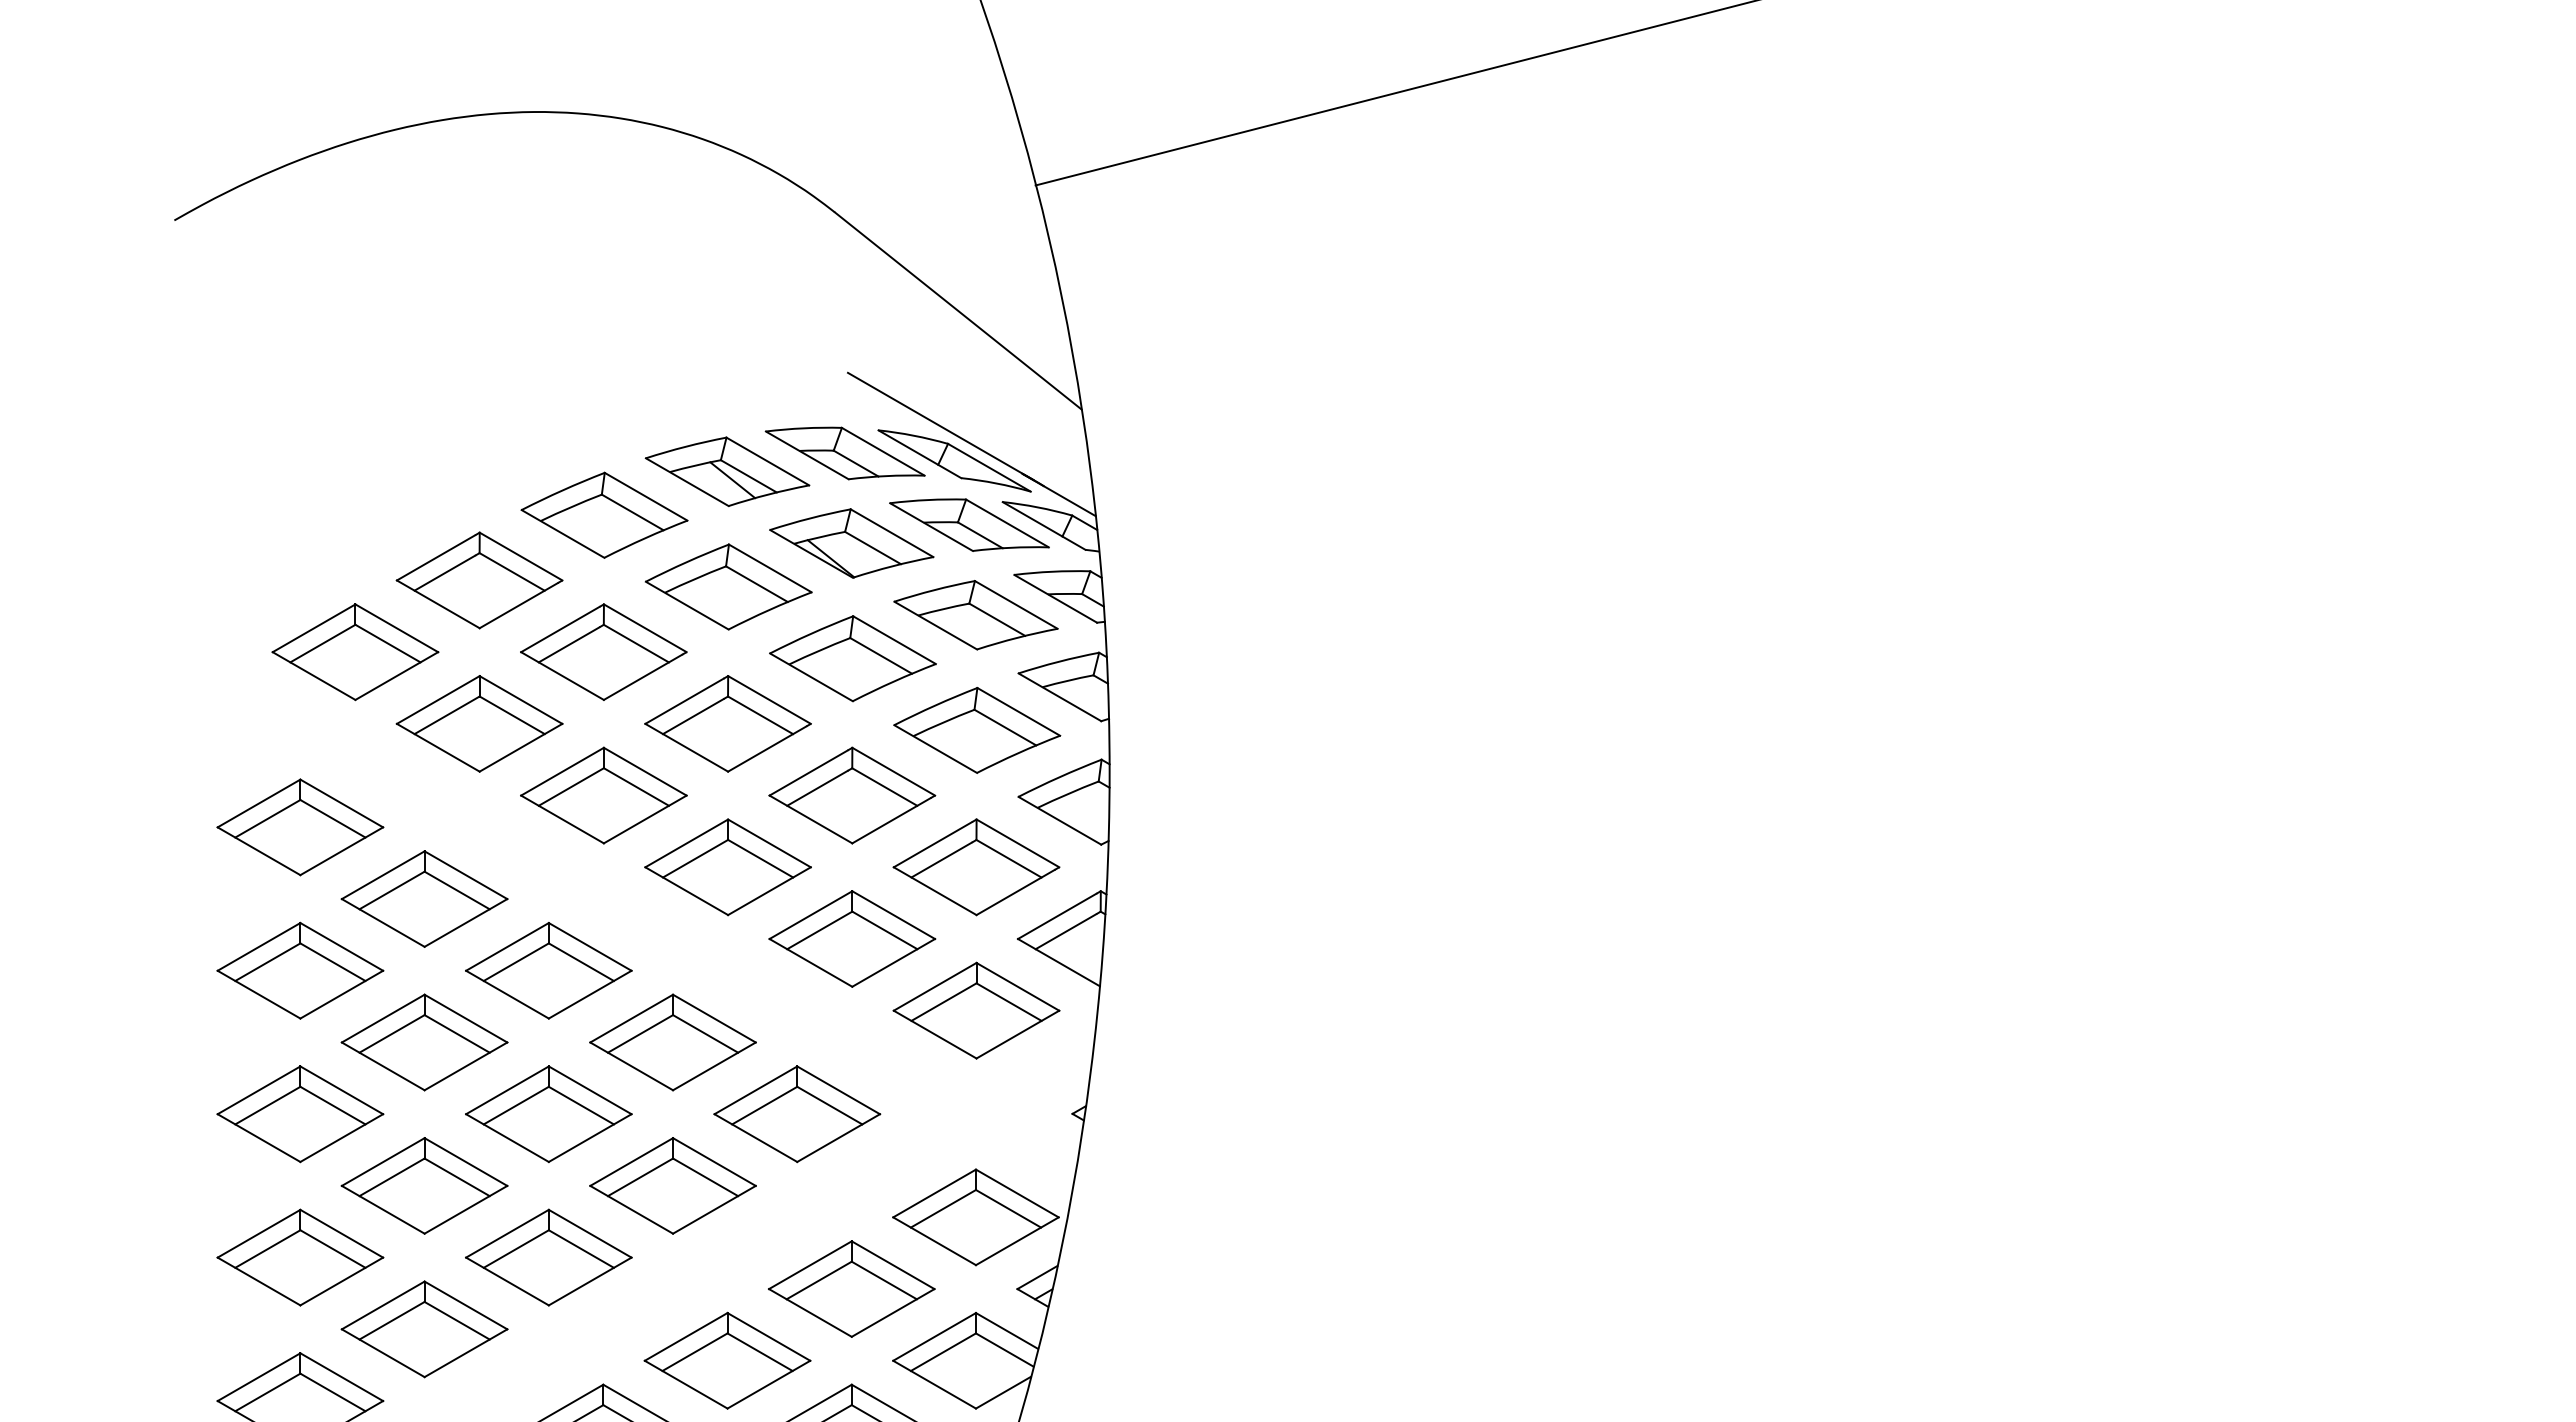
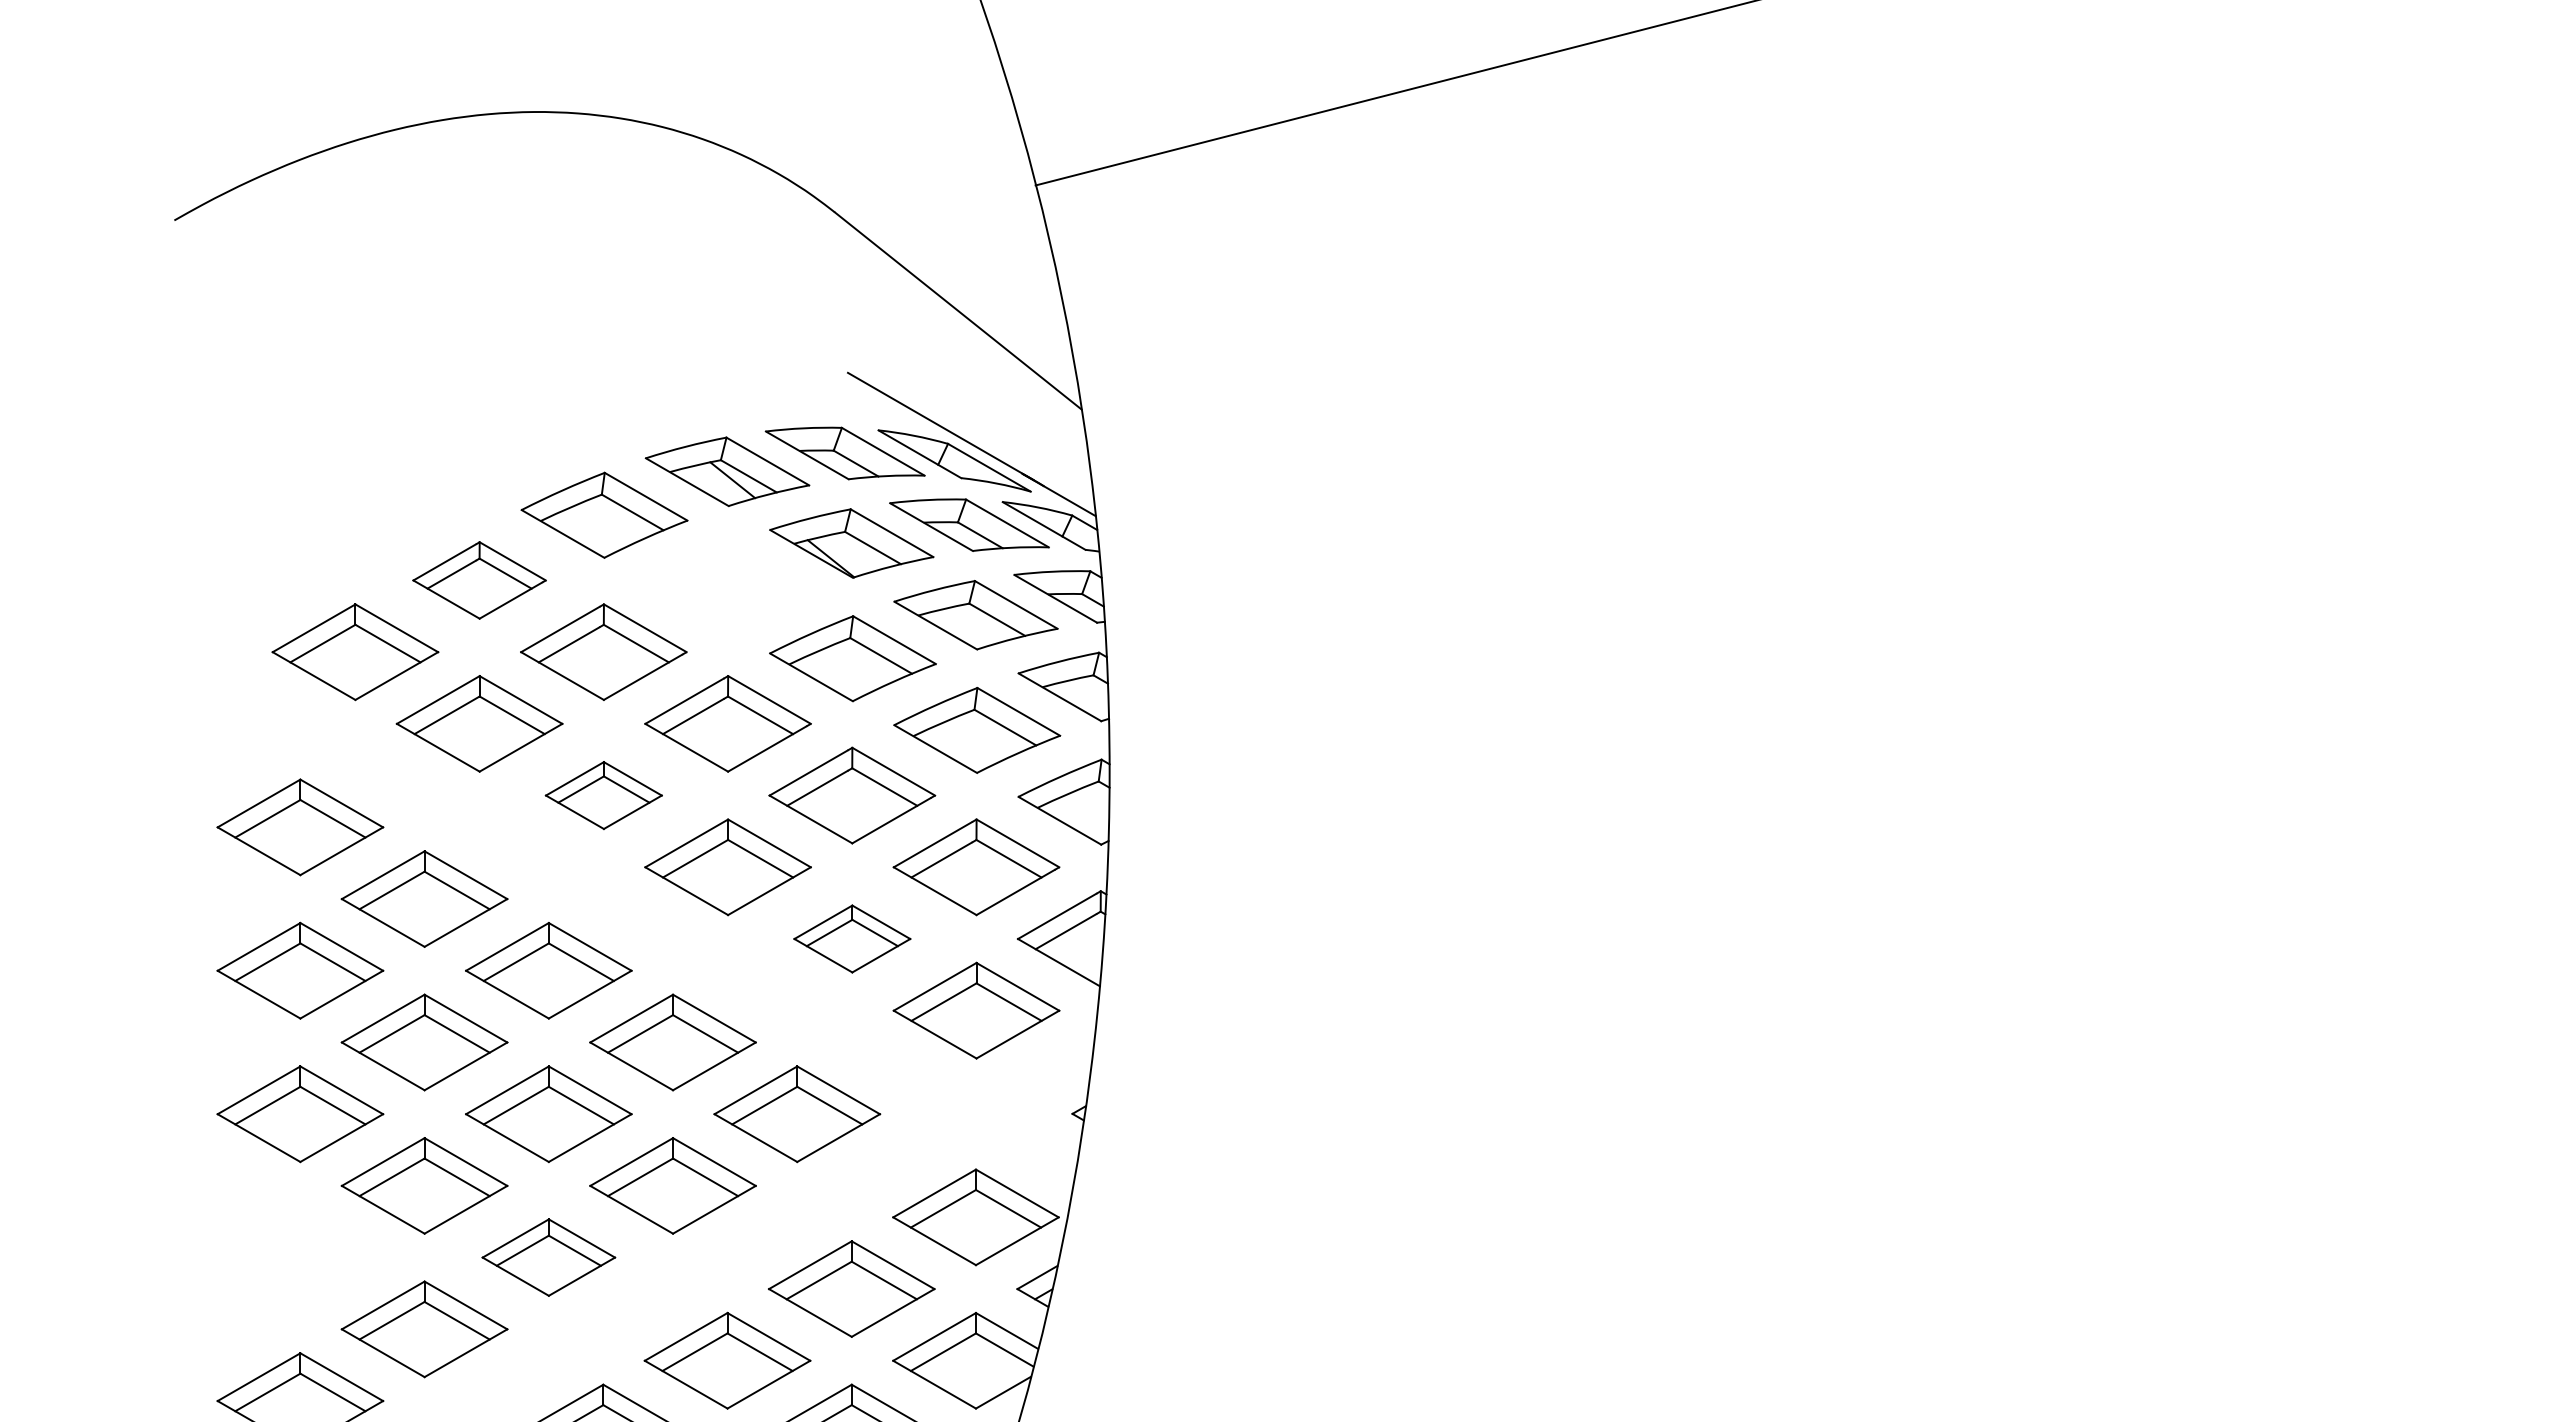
part at (479, 580) size: 169x99 px -> 135x79 px
part at (728, 586): present -> none
part at (603, 795) size: 168x99 px -> 119x70 px
part at (852, 938) size: 169x98 px -> 119x70 px
part at (300, 1257): present -> none
part at (548, 1257) size: 168x99 px -> 136x79 px
